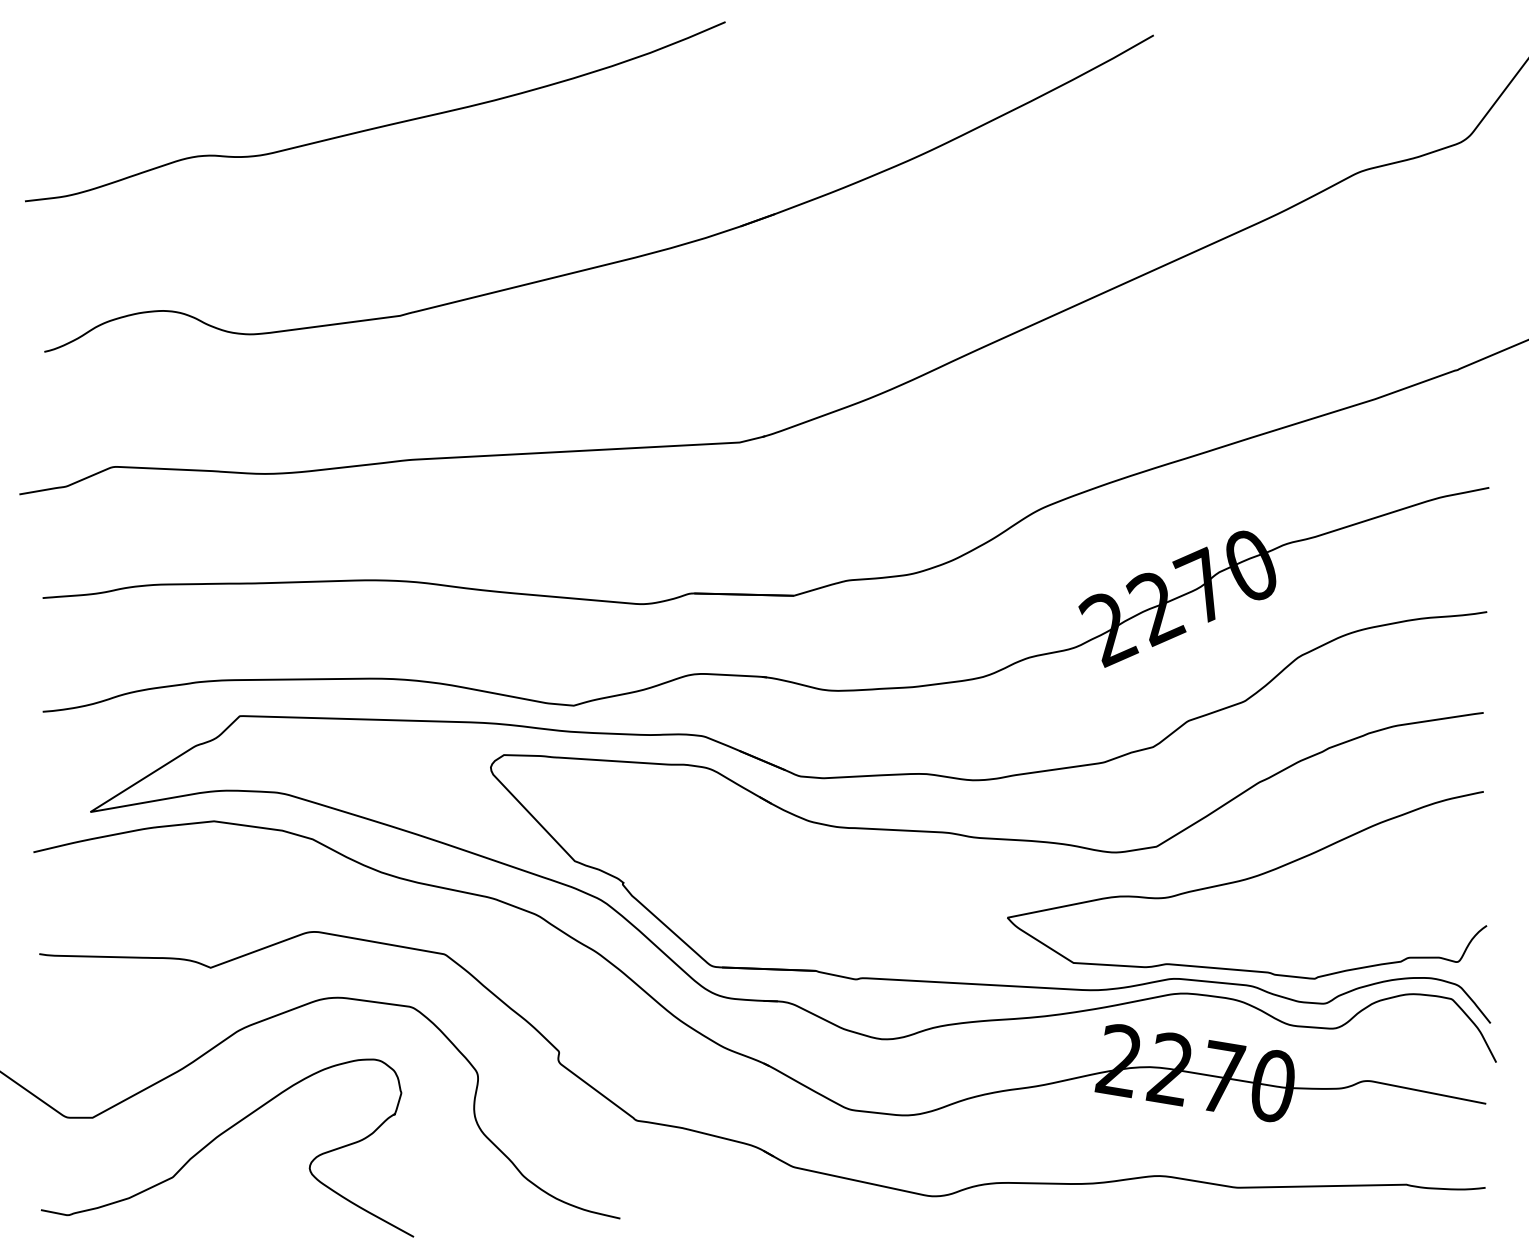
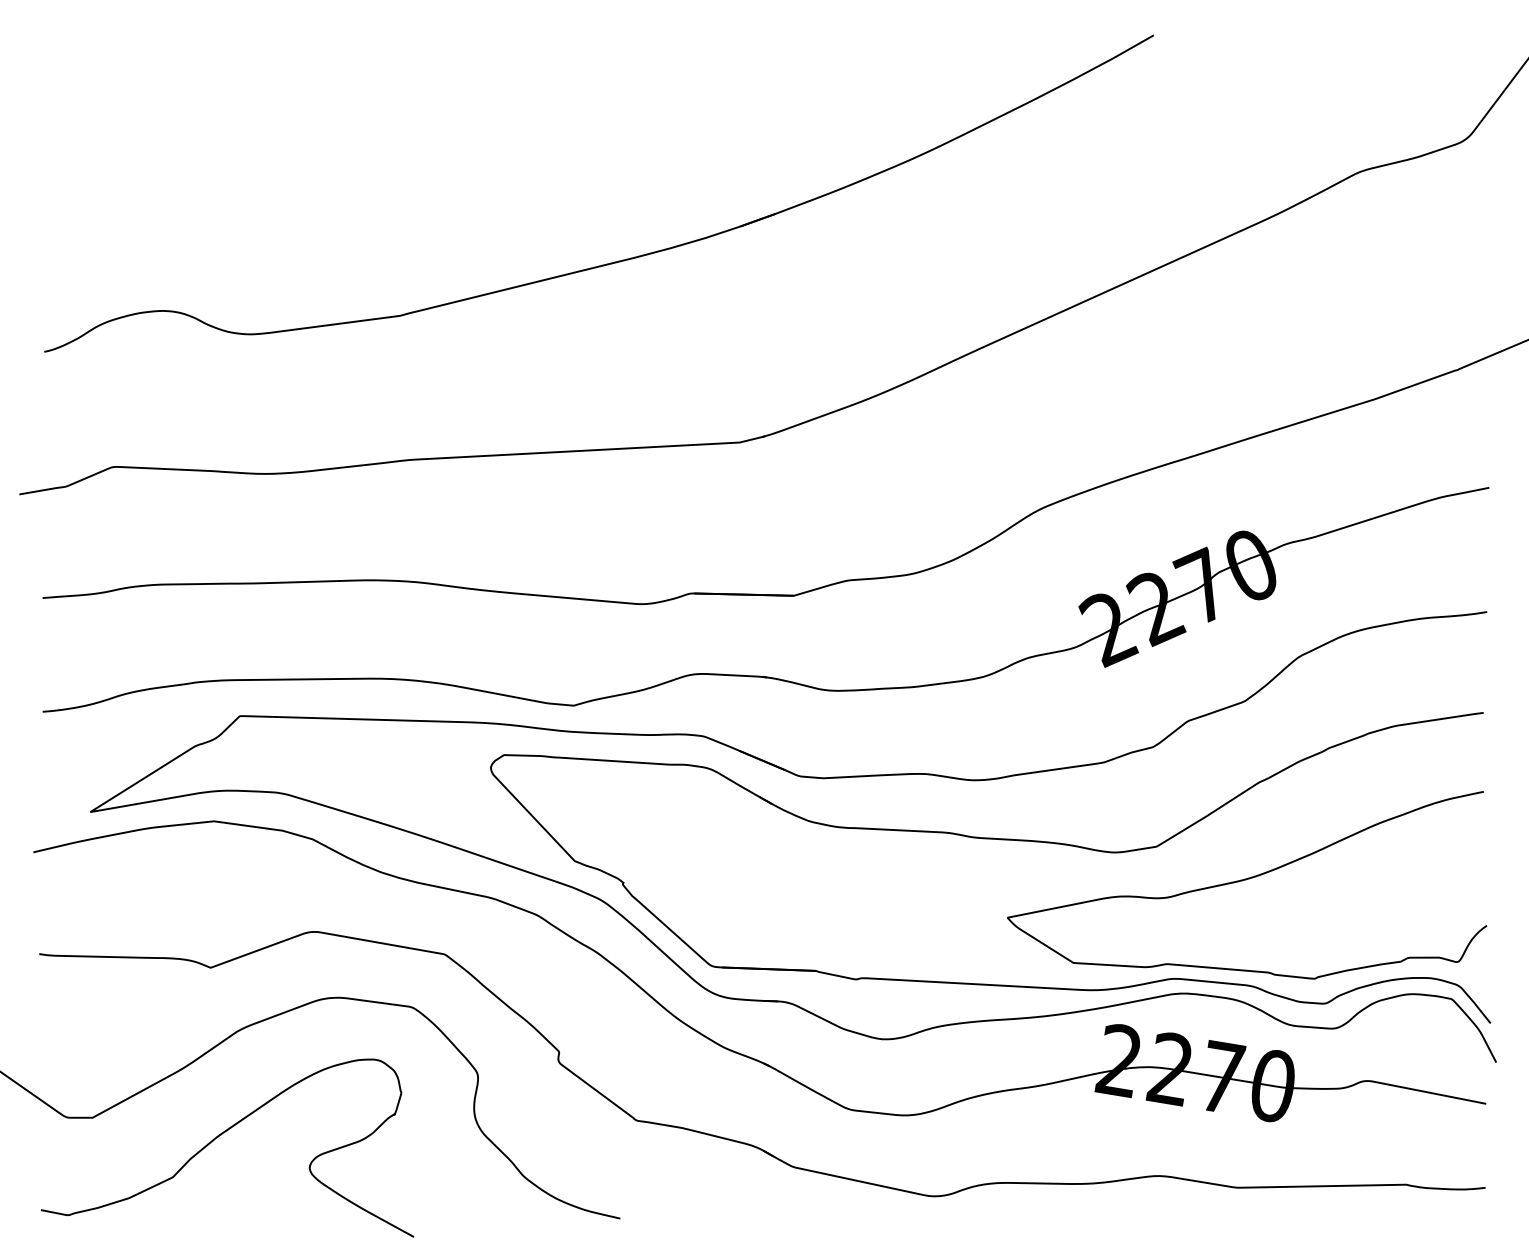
curve at (377, 126): present -> none
